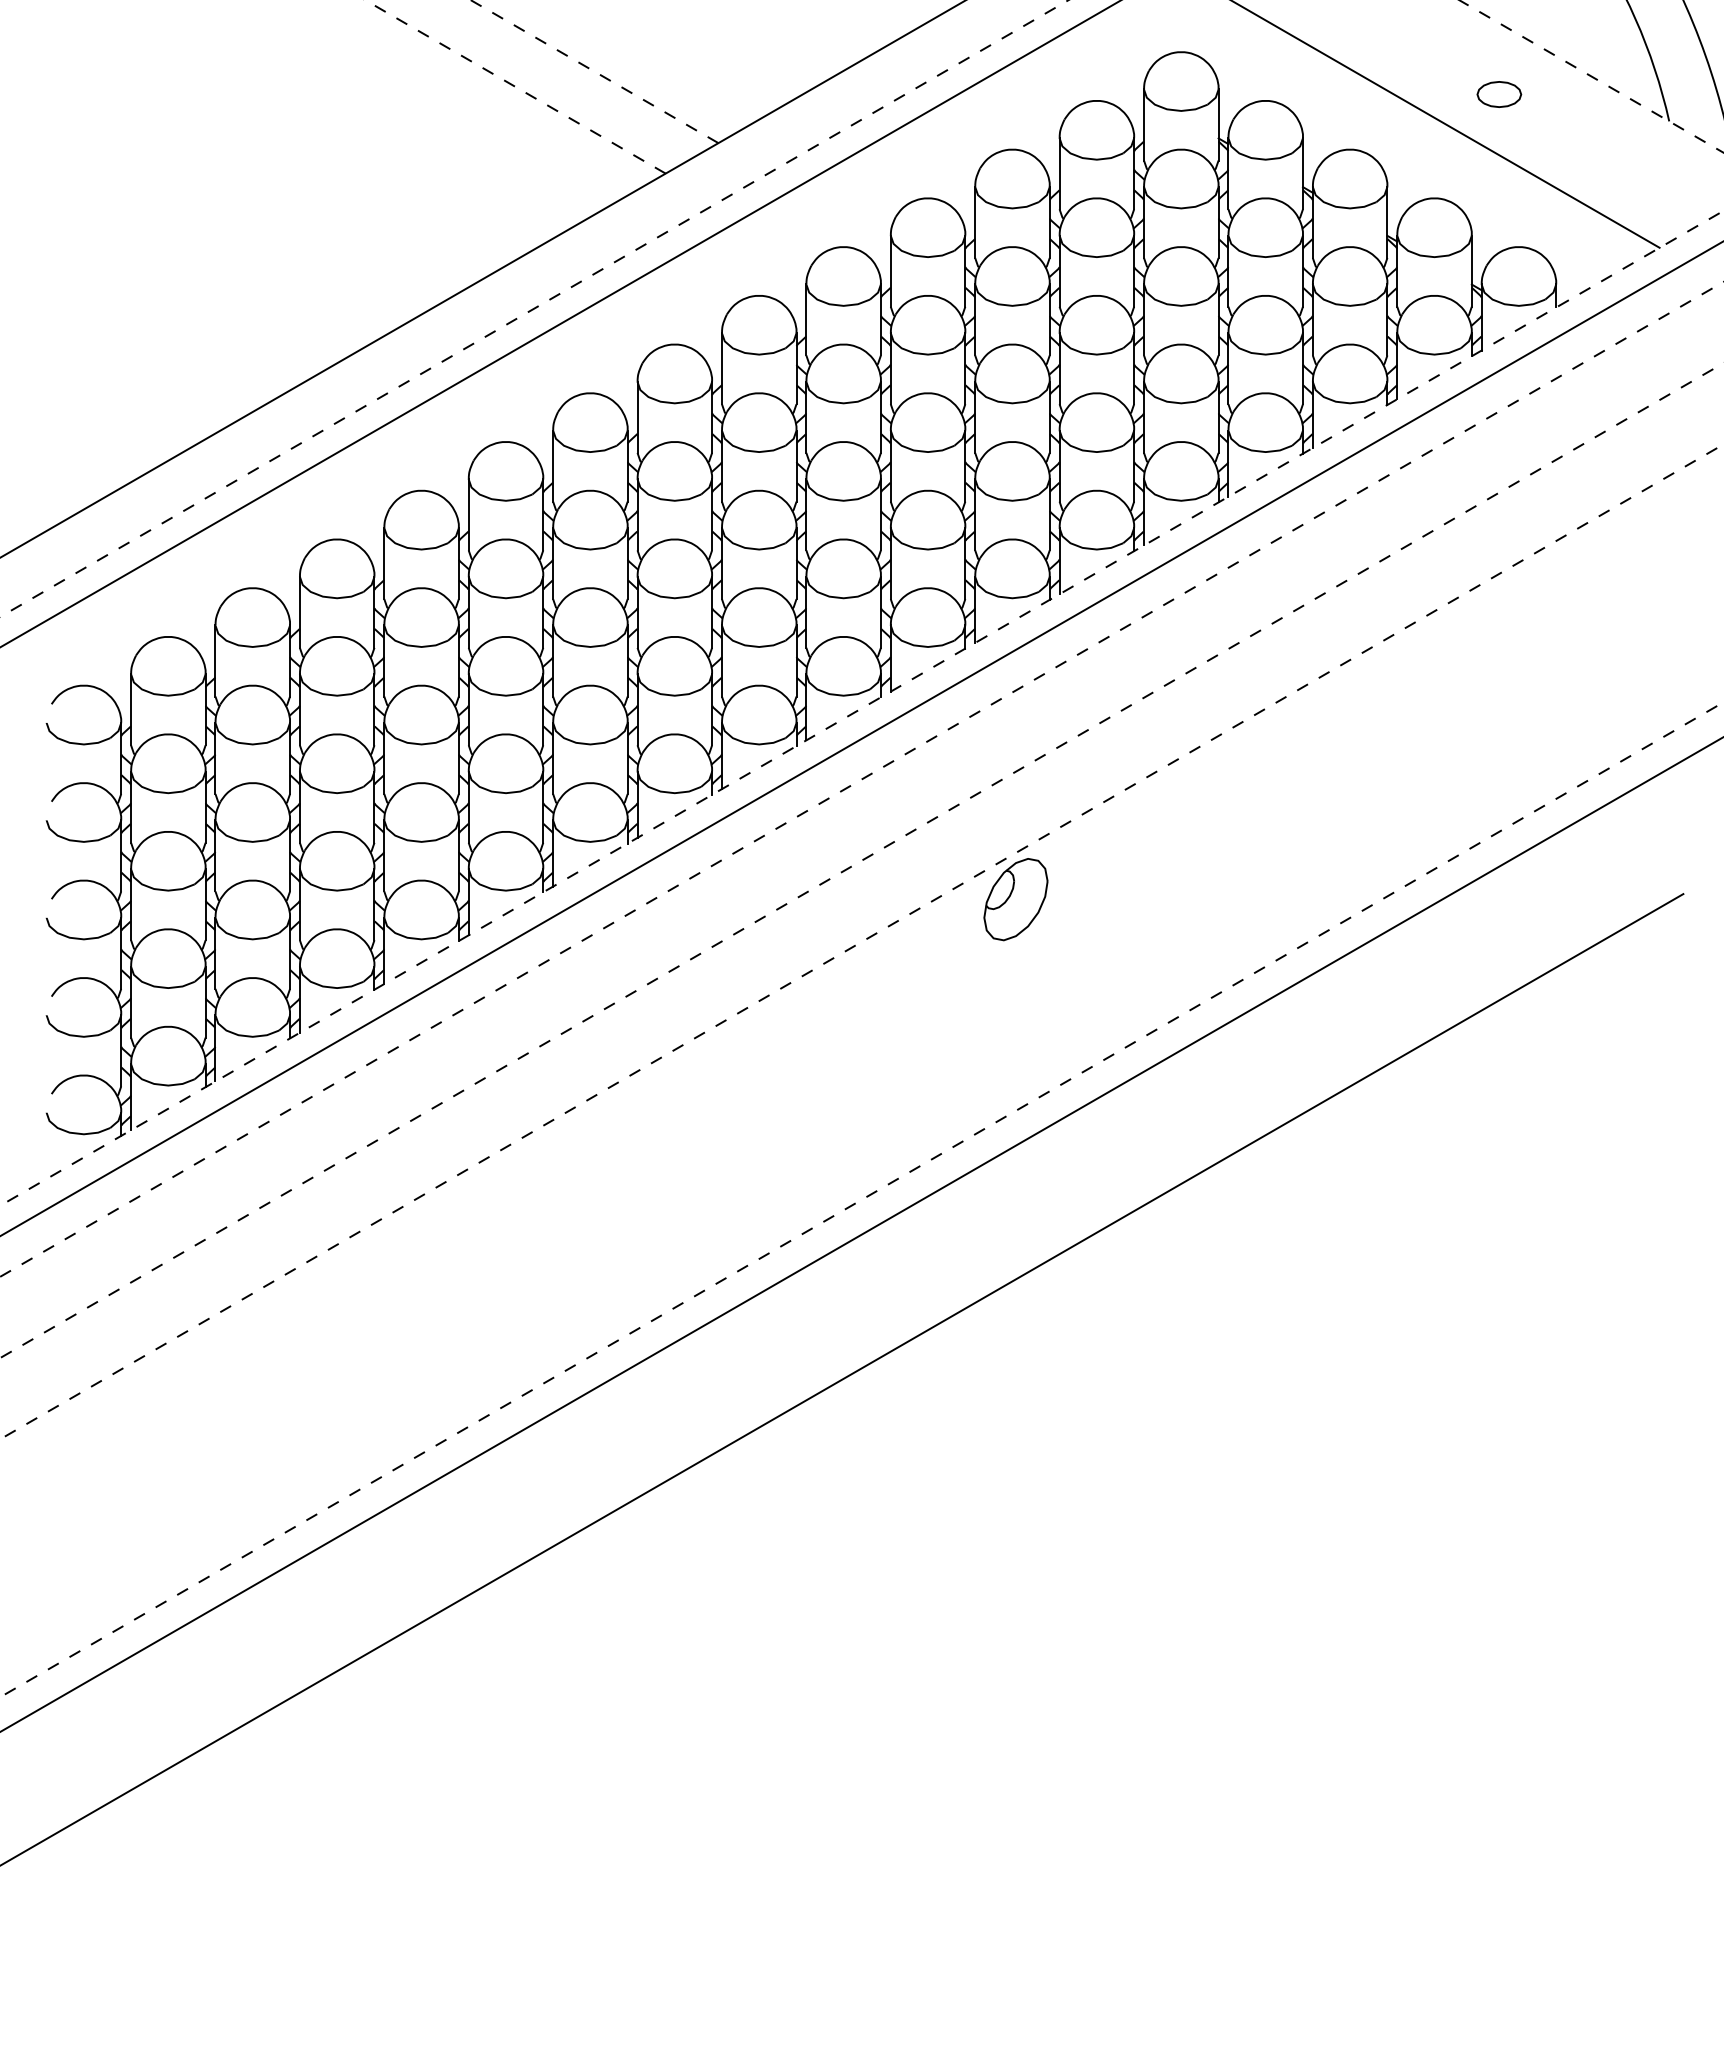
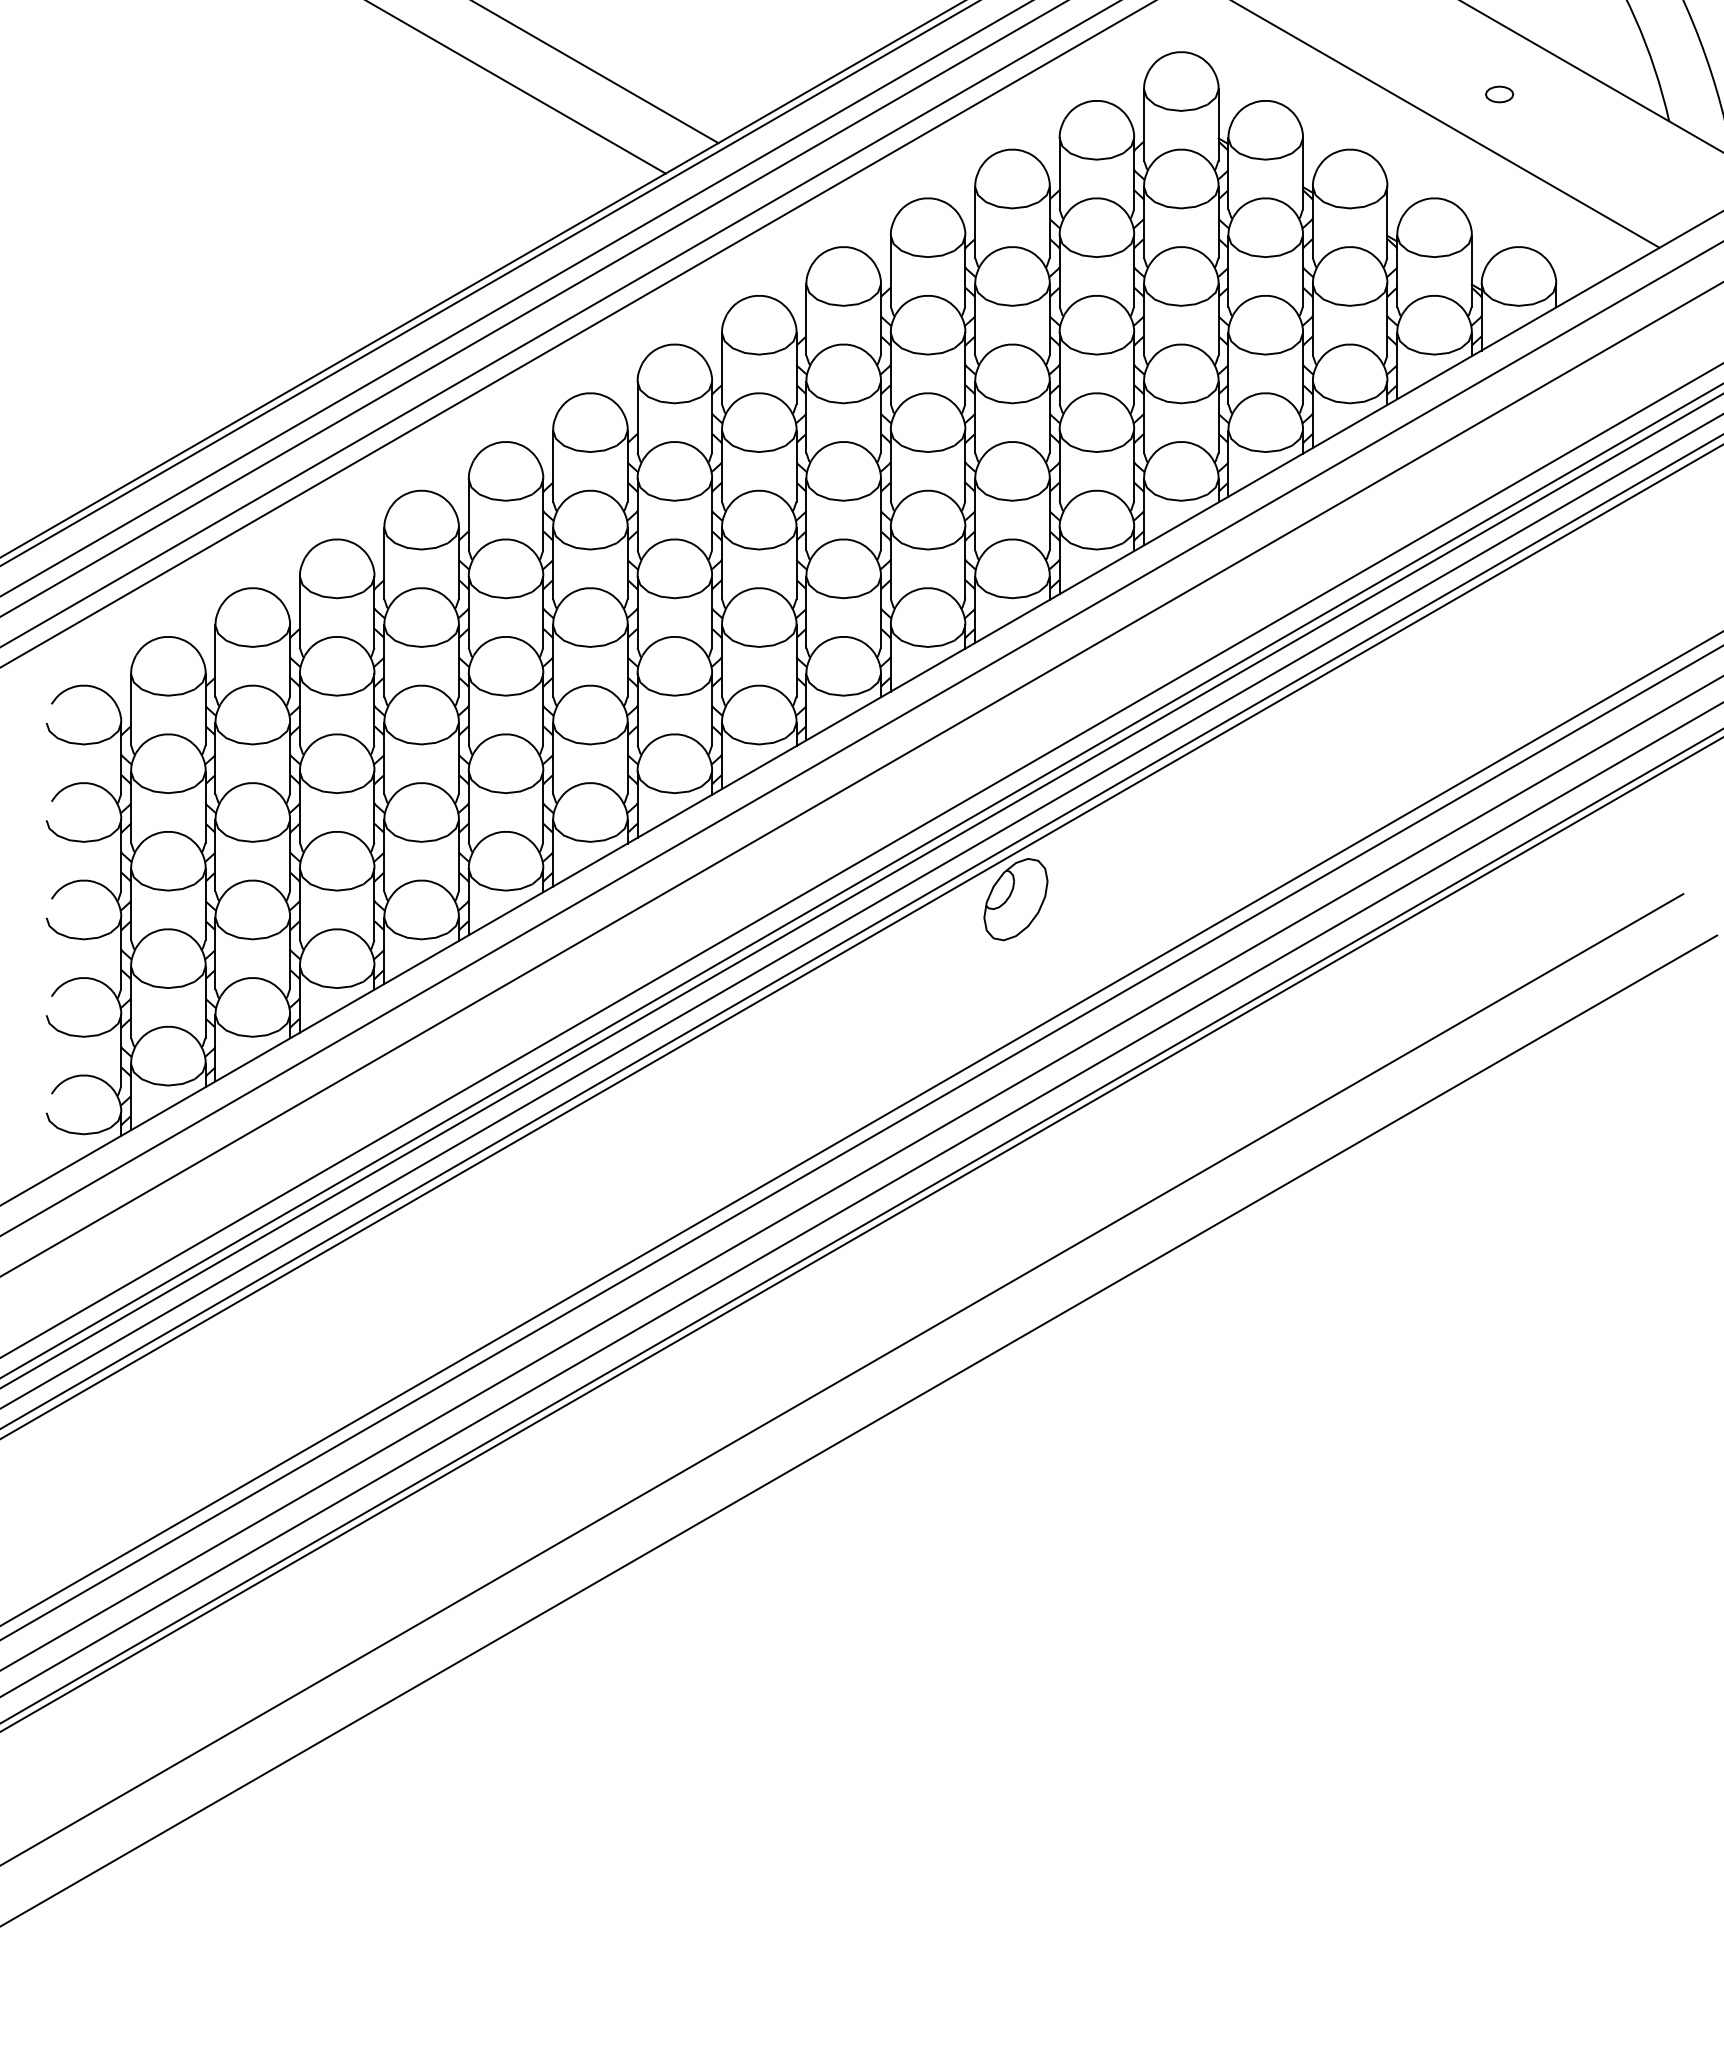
line at (594, 71): dashed -> solid
line at (1592, 76): dashed -> solid
line at (515, 86): dashed -> solid
part at (1499, 94) size: 47x27 px -> 30x19 px
line at (489, 283): none -> present
line at (516, 298): none -> present
line at (534, 308): dashed -> solid
line at (577, 334): none -> present
line at (862, 708): dashed -> solid
line at (862, 779): dashed -> solid
line at (862, 860): dashed -> solid
line at (861, 880): none -> present
line at (861, 891): none -> present
line at (861, 911): none -> present
line at (861, 931): none -> present
line at (862, 941): dashed -> solid
line at (861, 1128): none -> present
line at (861, 1143): none -> present
line at (861, 1173): none -> present
line at (861, 1199): dashed -> solid
line at (861, 1226): none -> present
line at (859, 1430): none -> present
